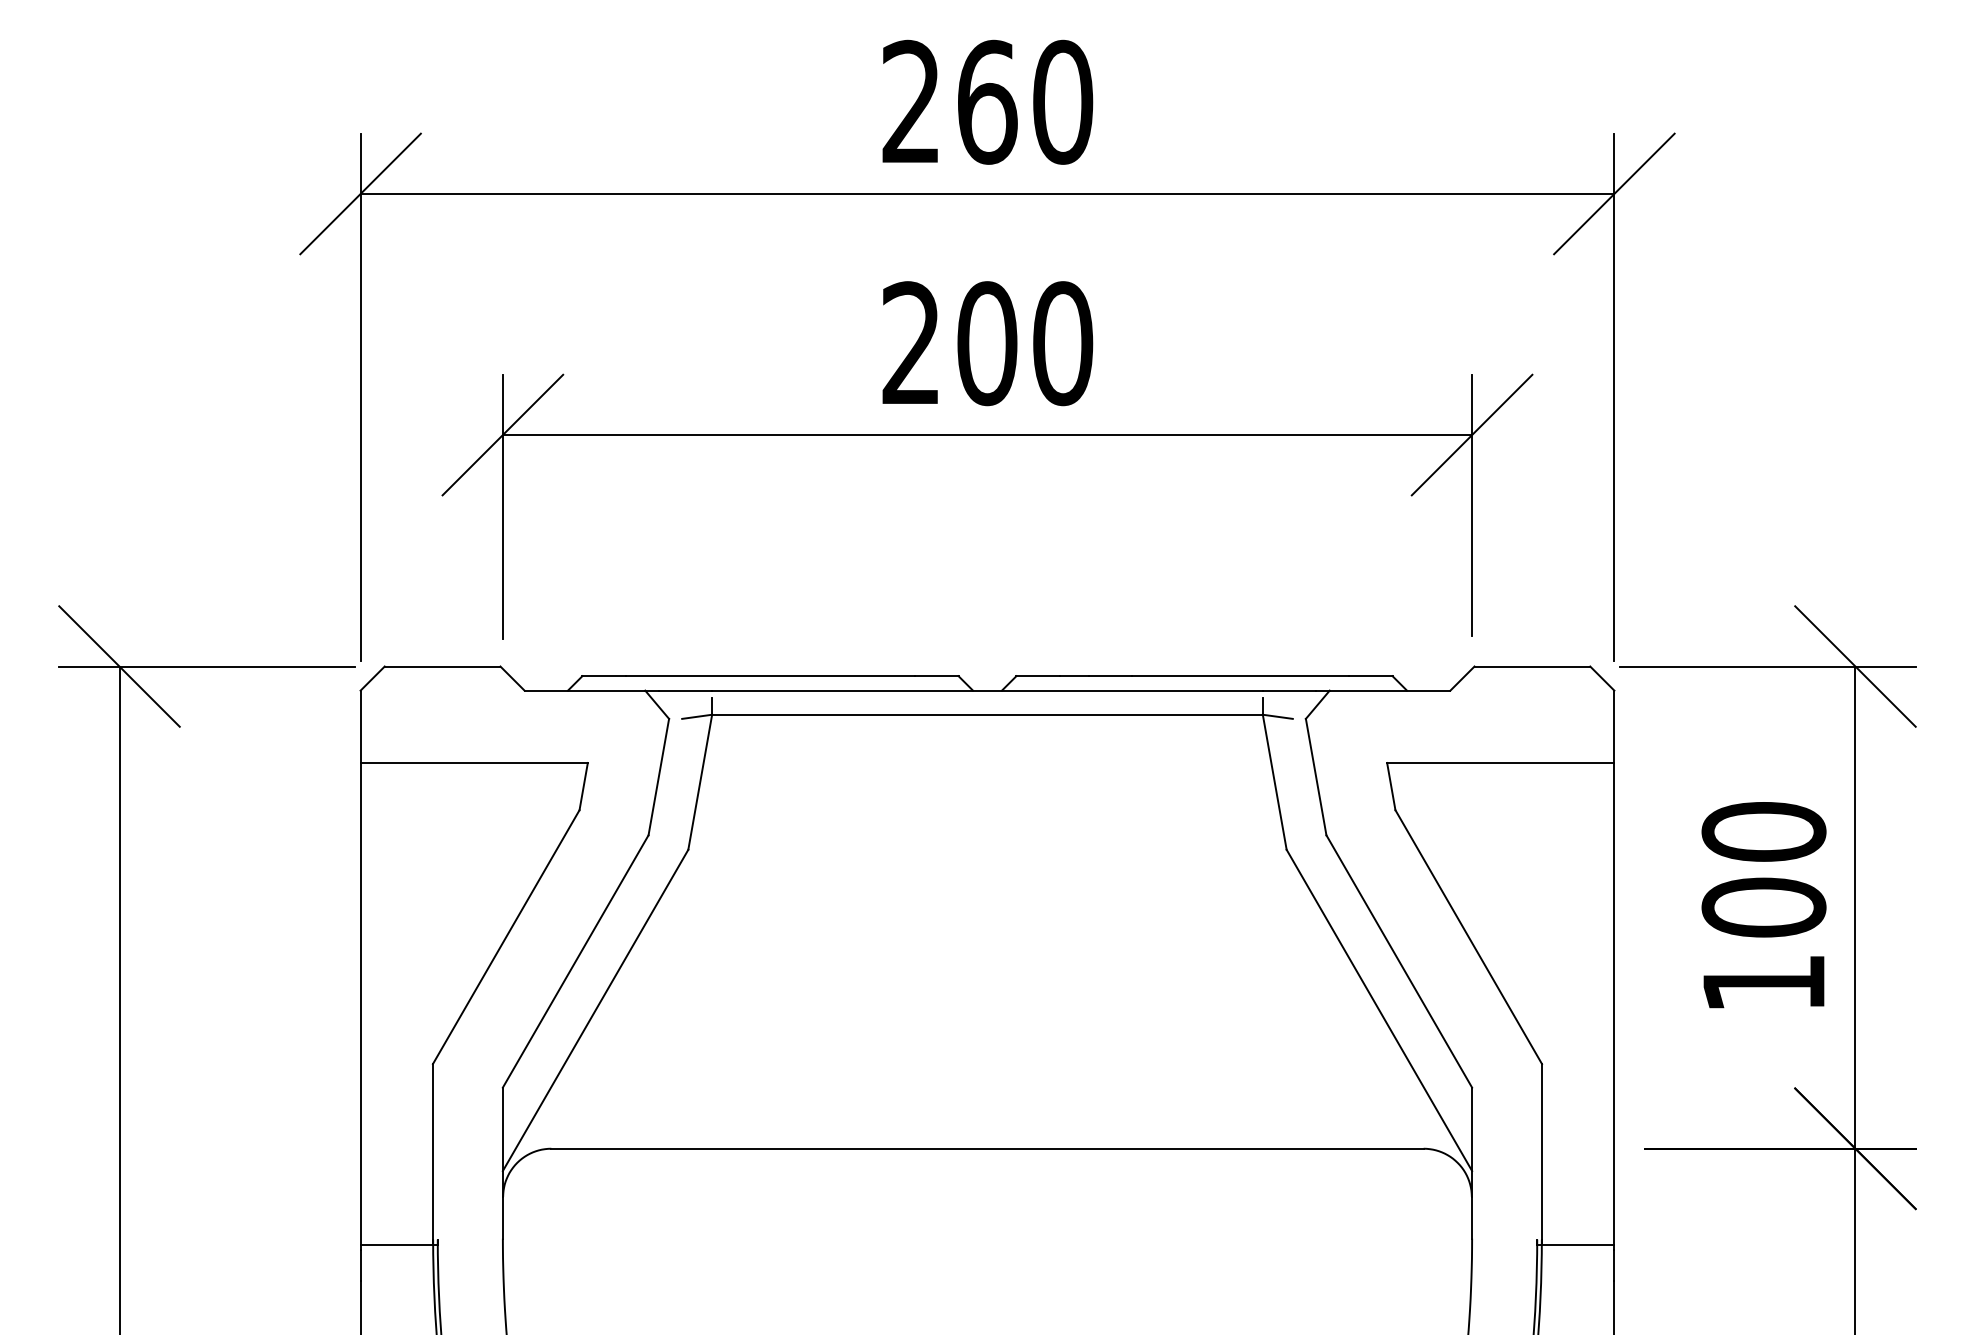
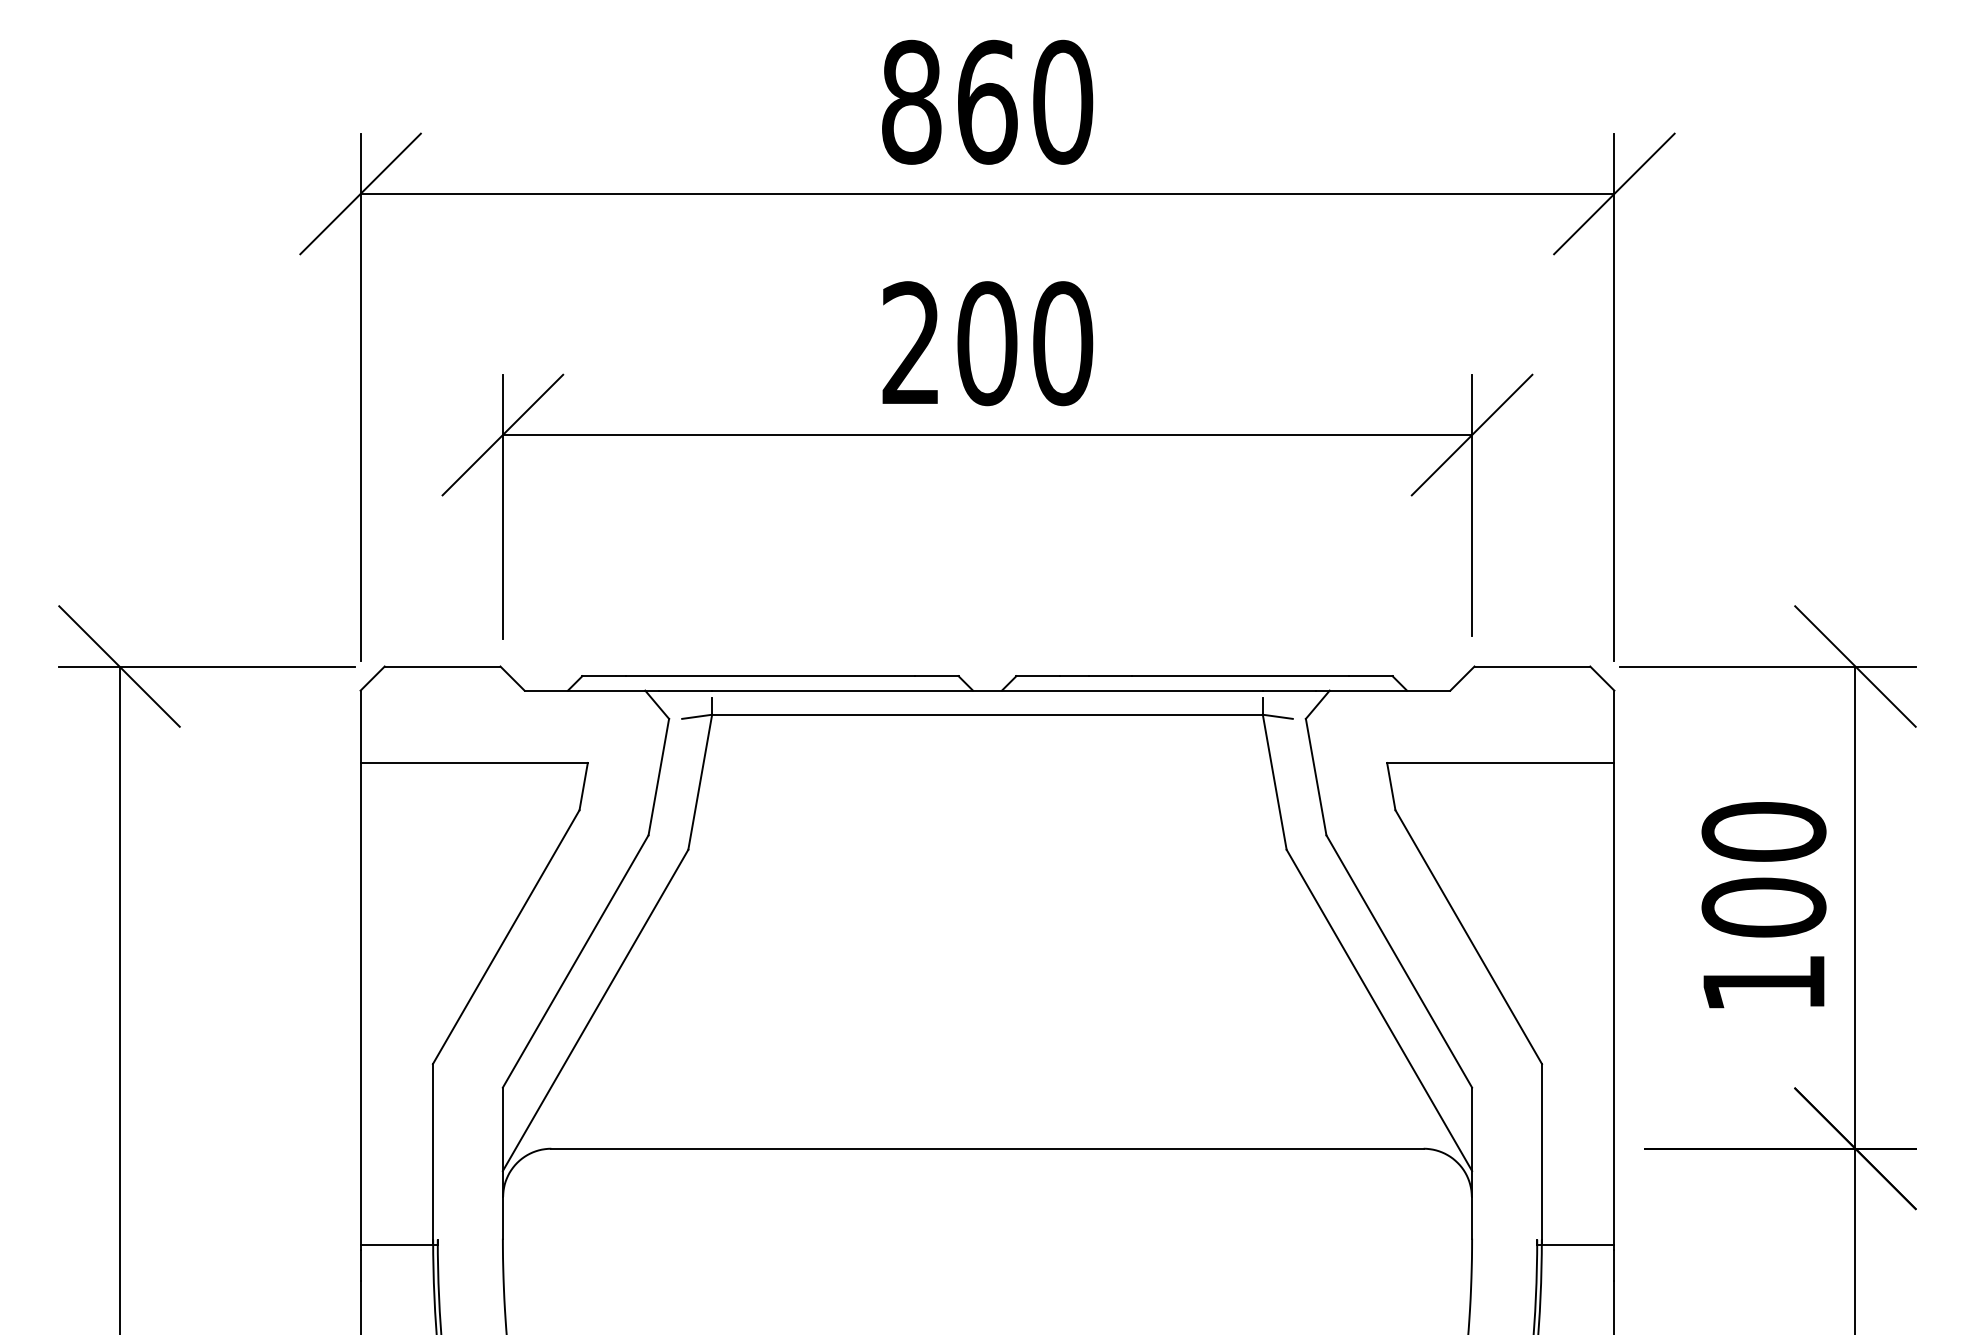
text at (911, 101): 260 -> 860
